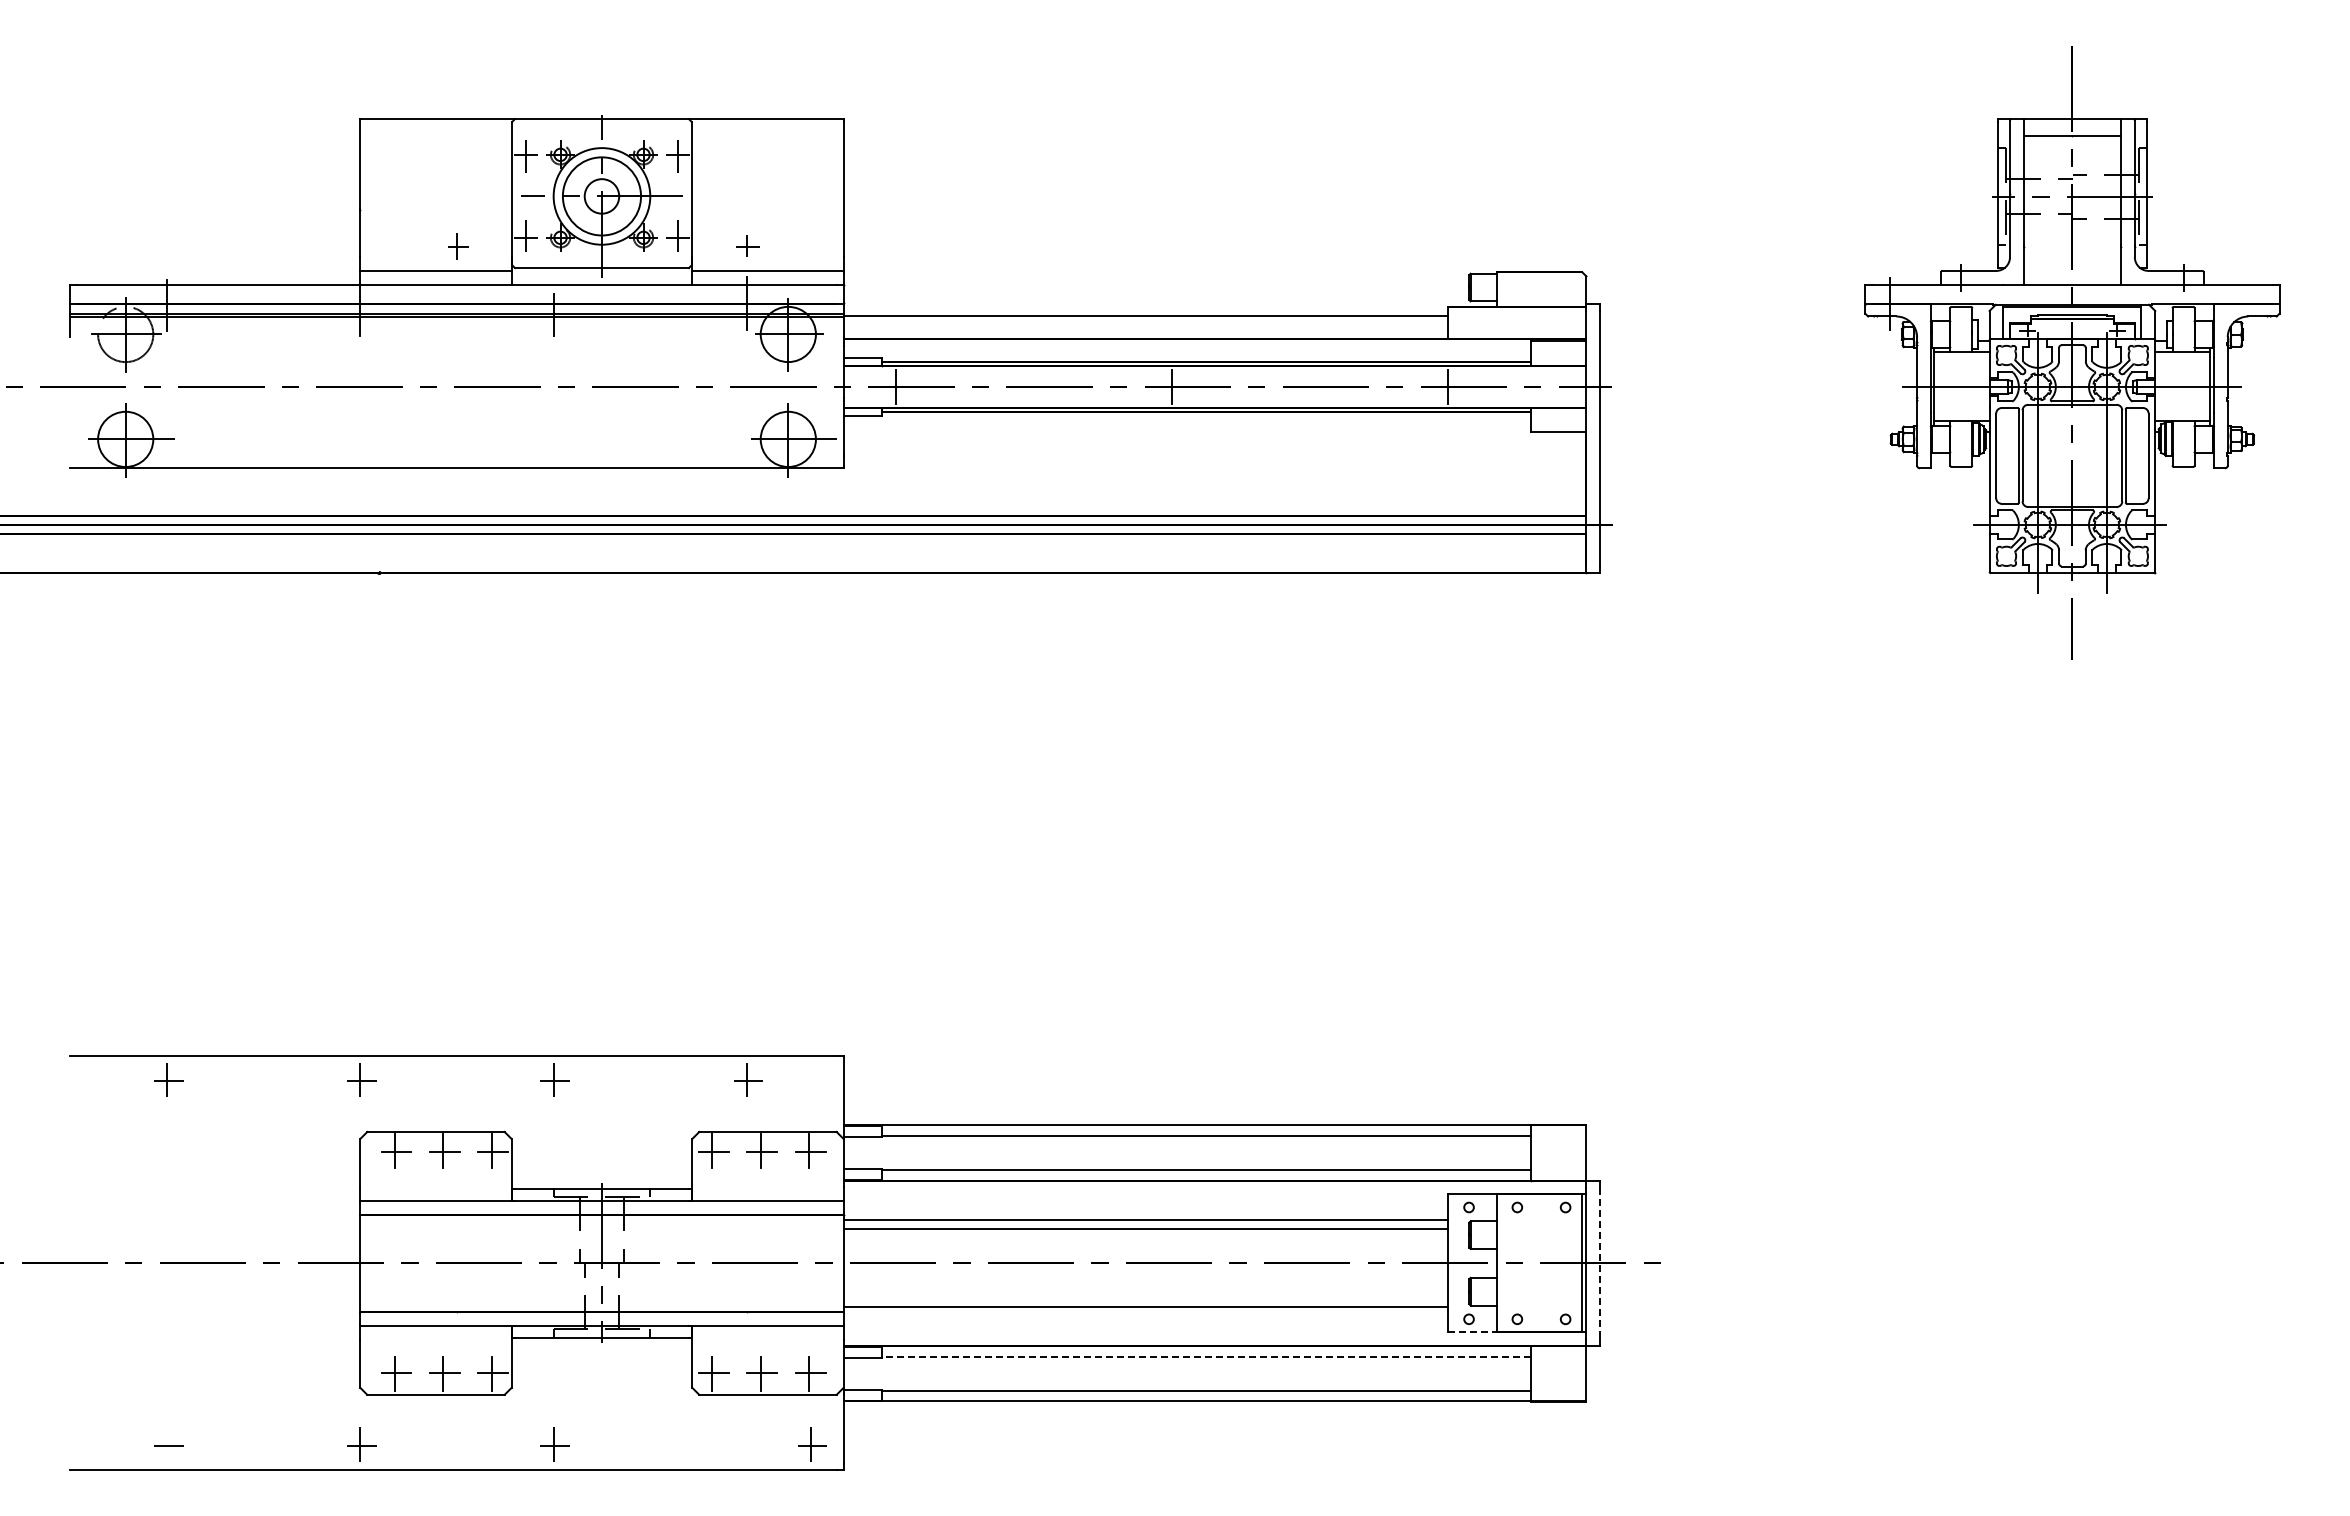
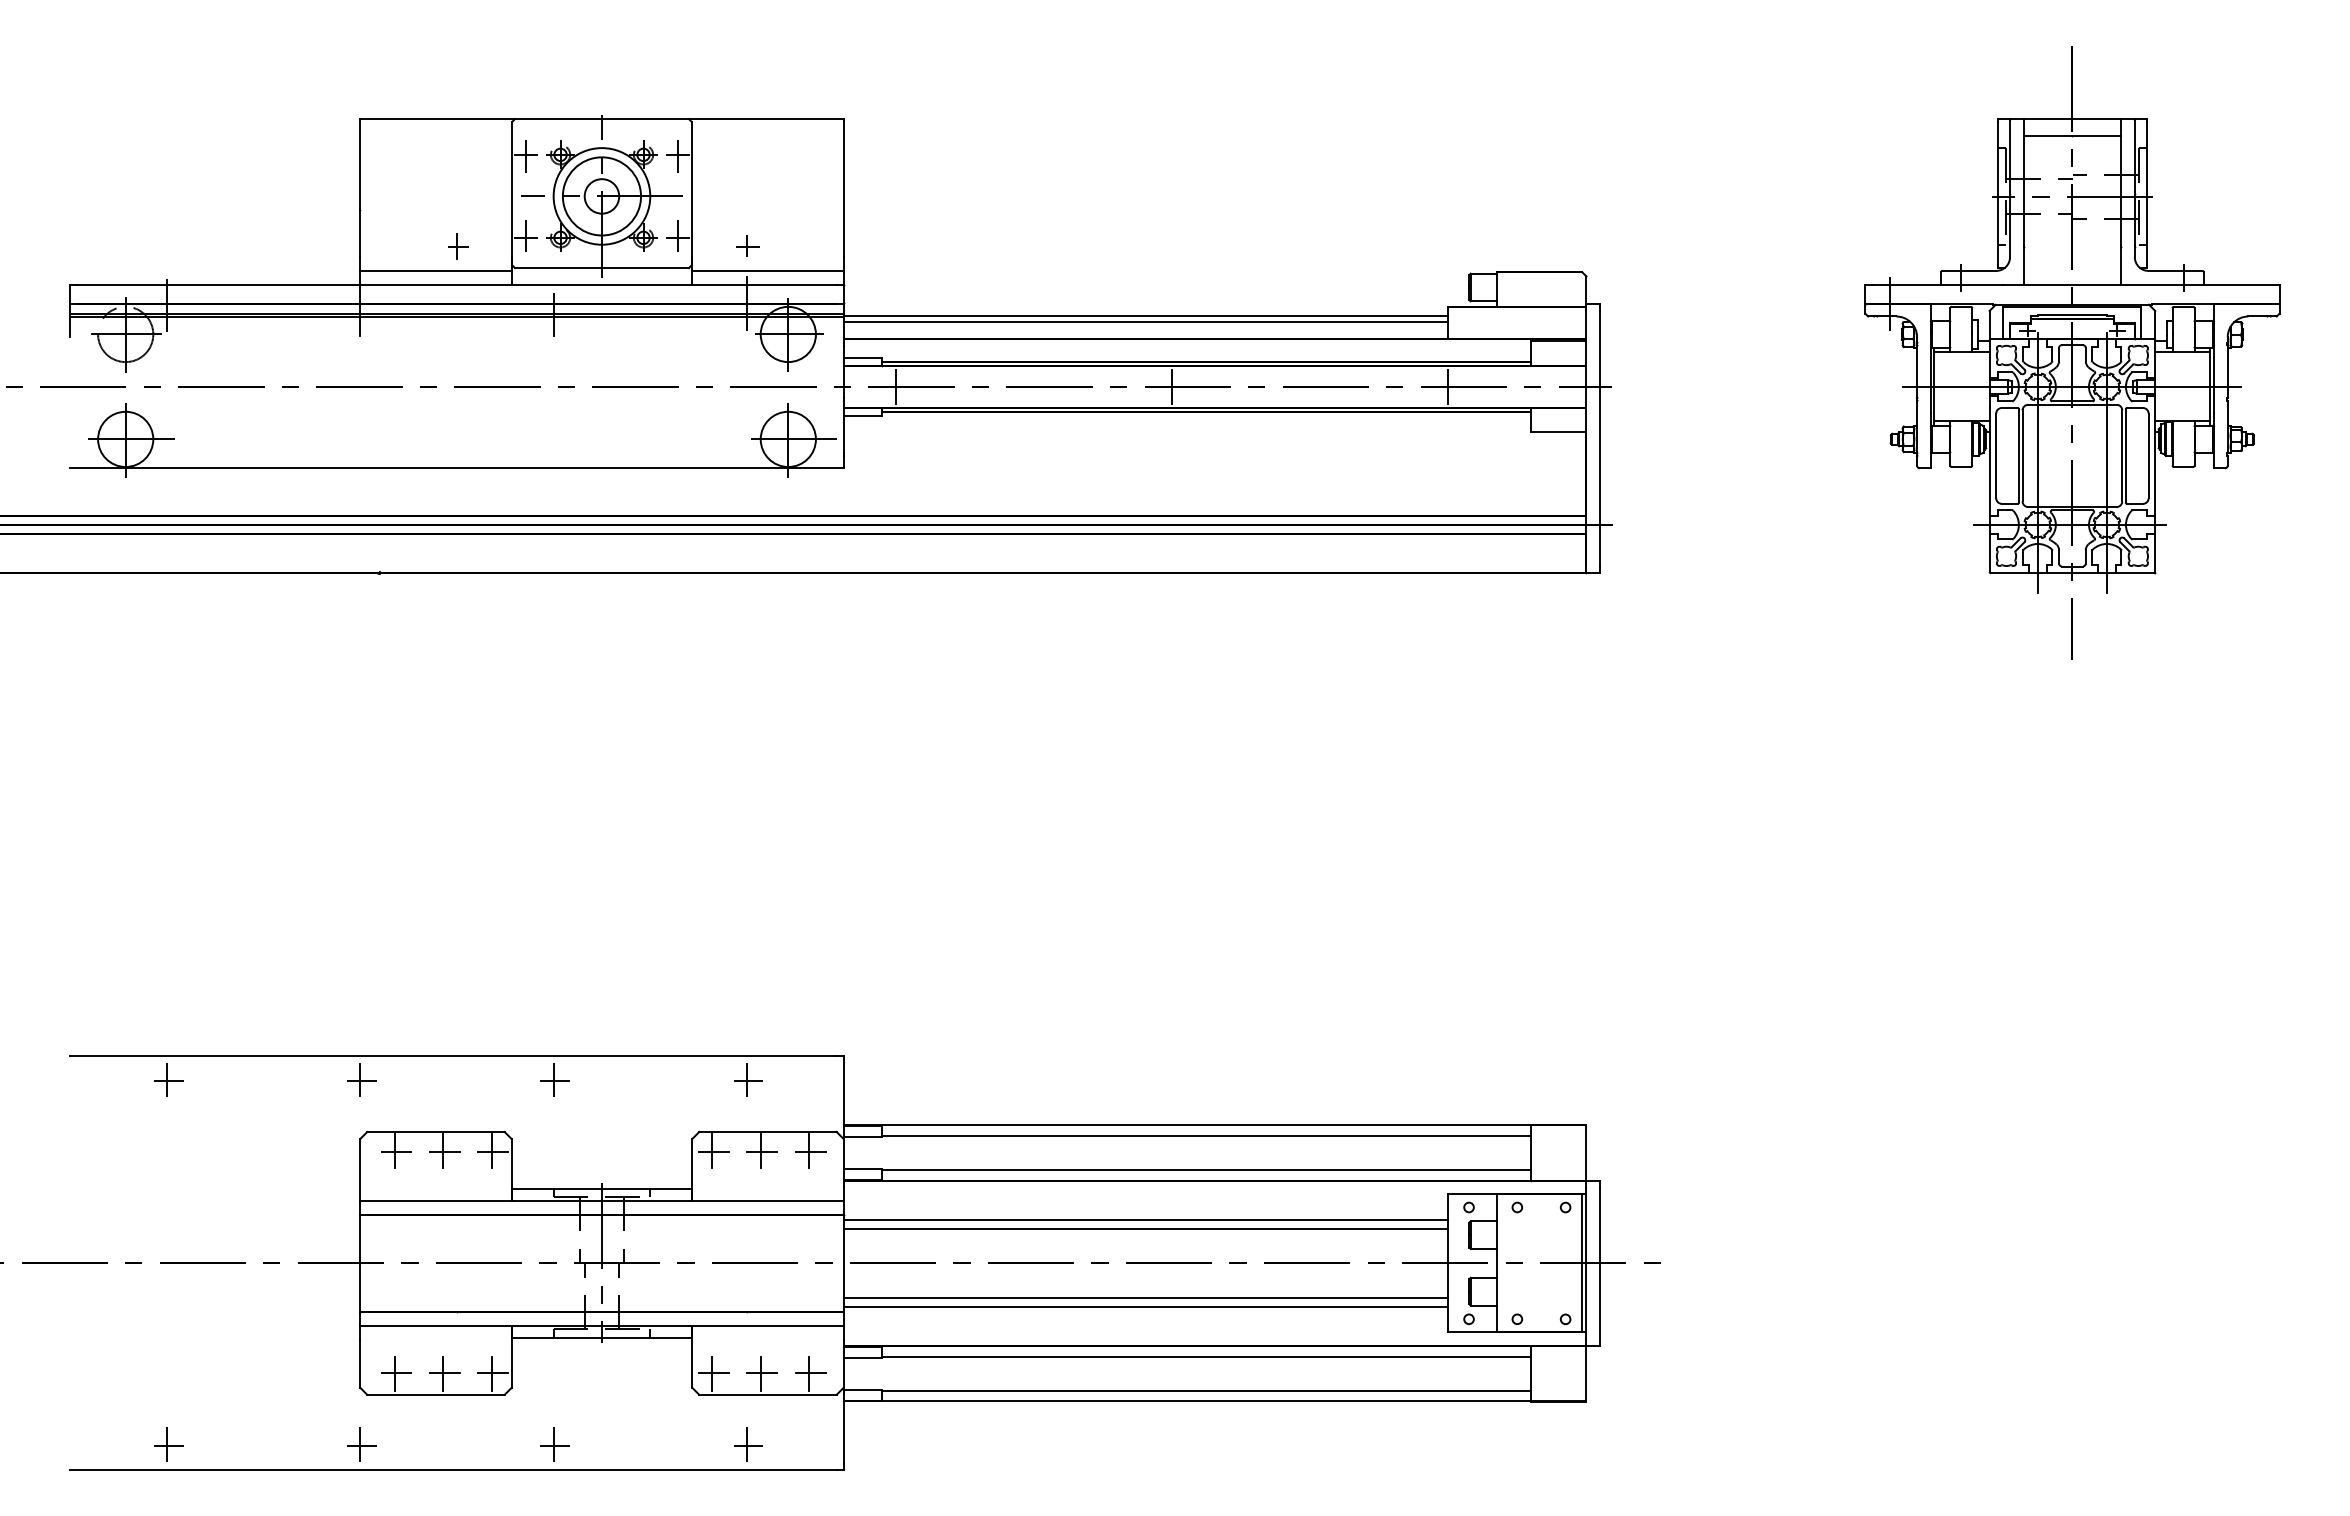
line at (1145, 322): none -> present
line at (1600, 1263): dashed -> solid
line at (1145, 1297): none -> present
line at (1473, 1332): dashed -> solid
line at (1206, 1356): dashed -> solid
line at (167, 1444): none -> present
part at (812, 1444) position: (812, 1444) -> (748, 1444)
